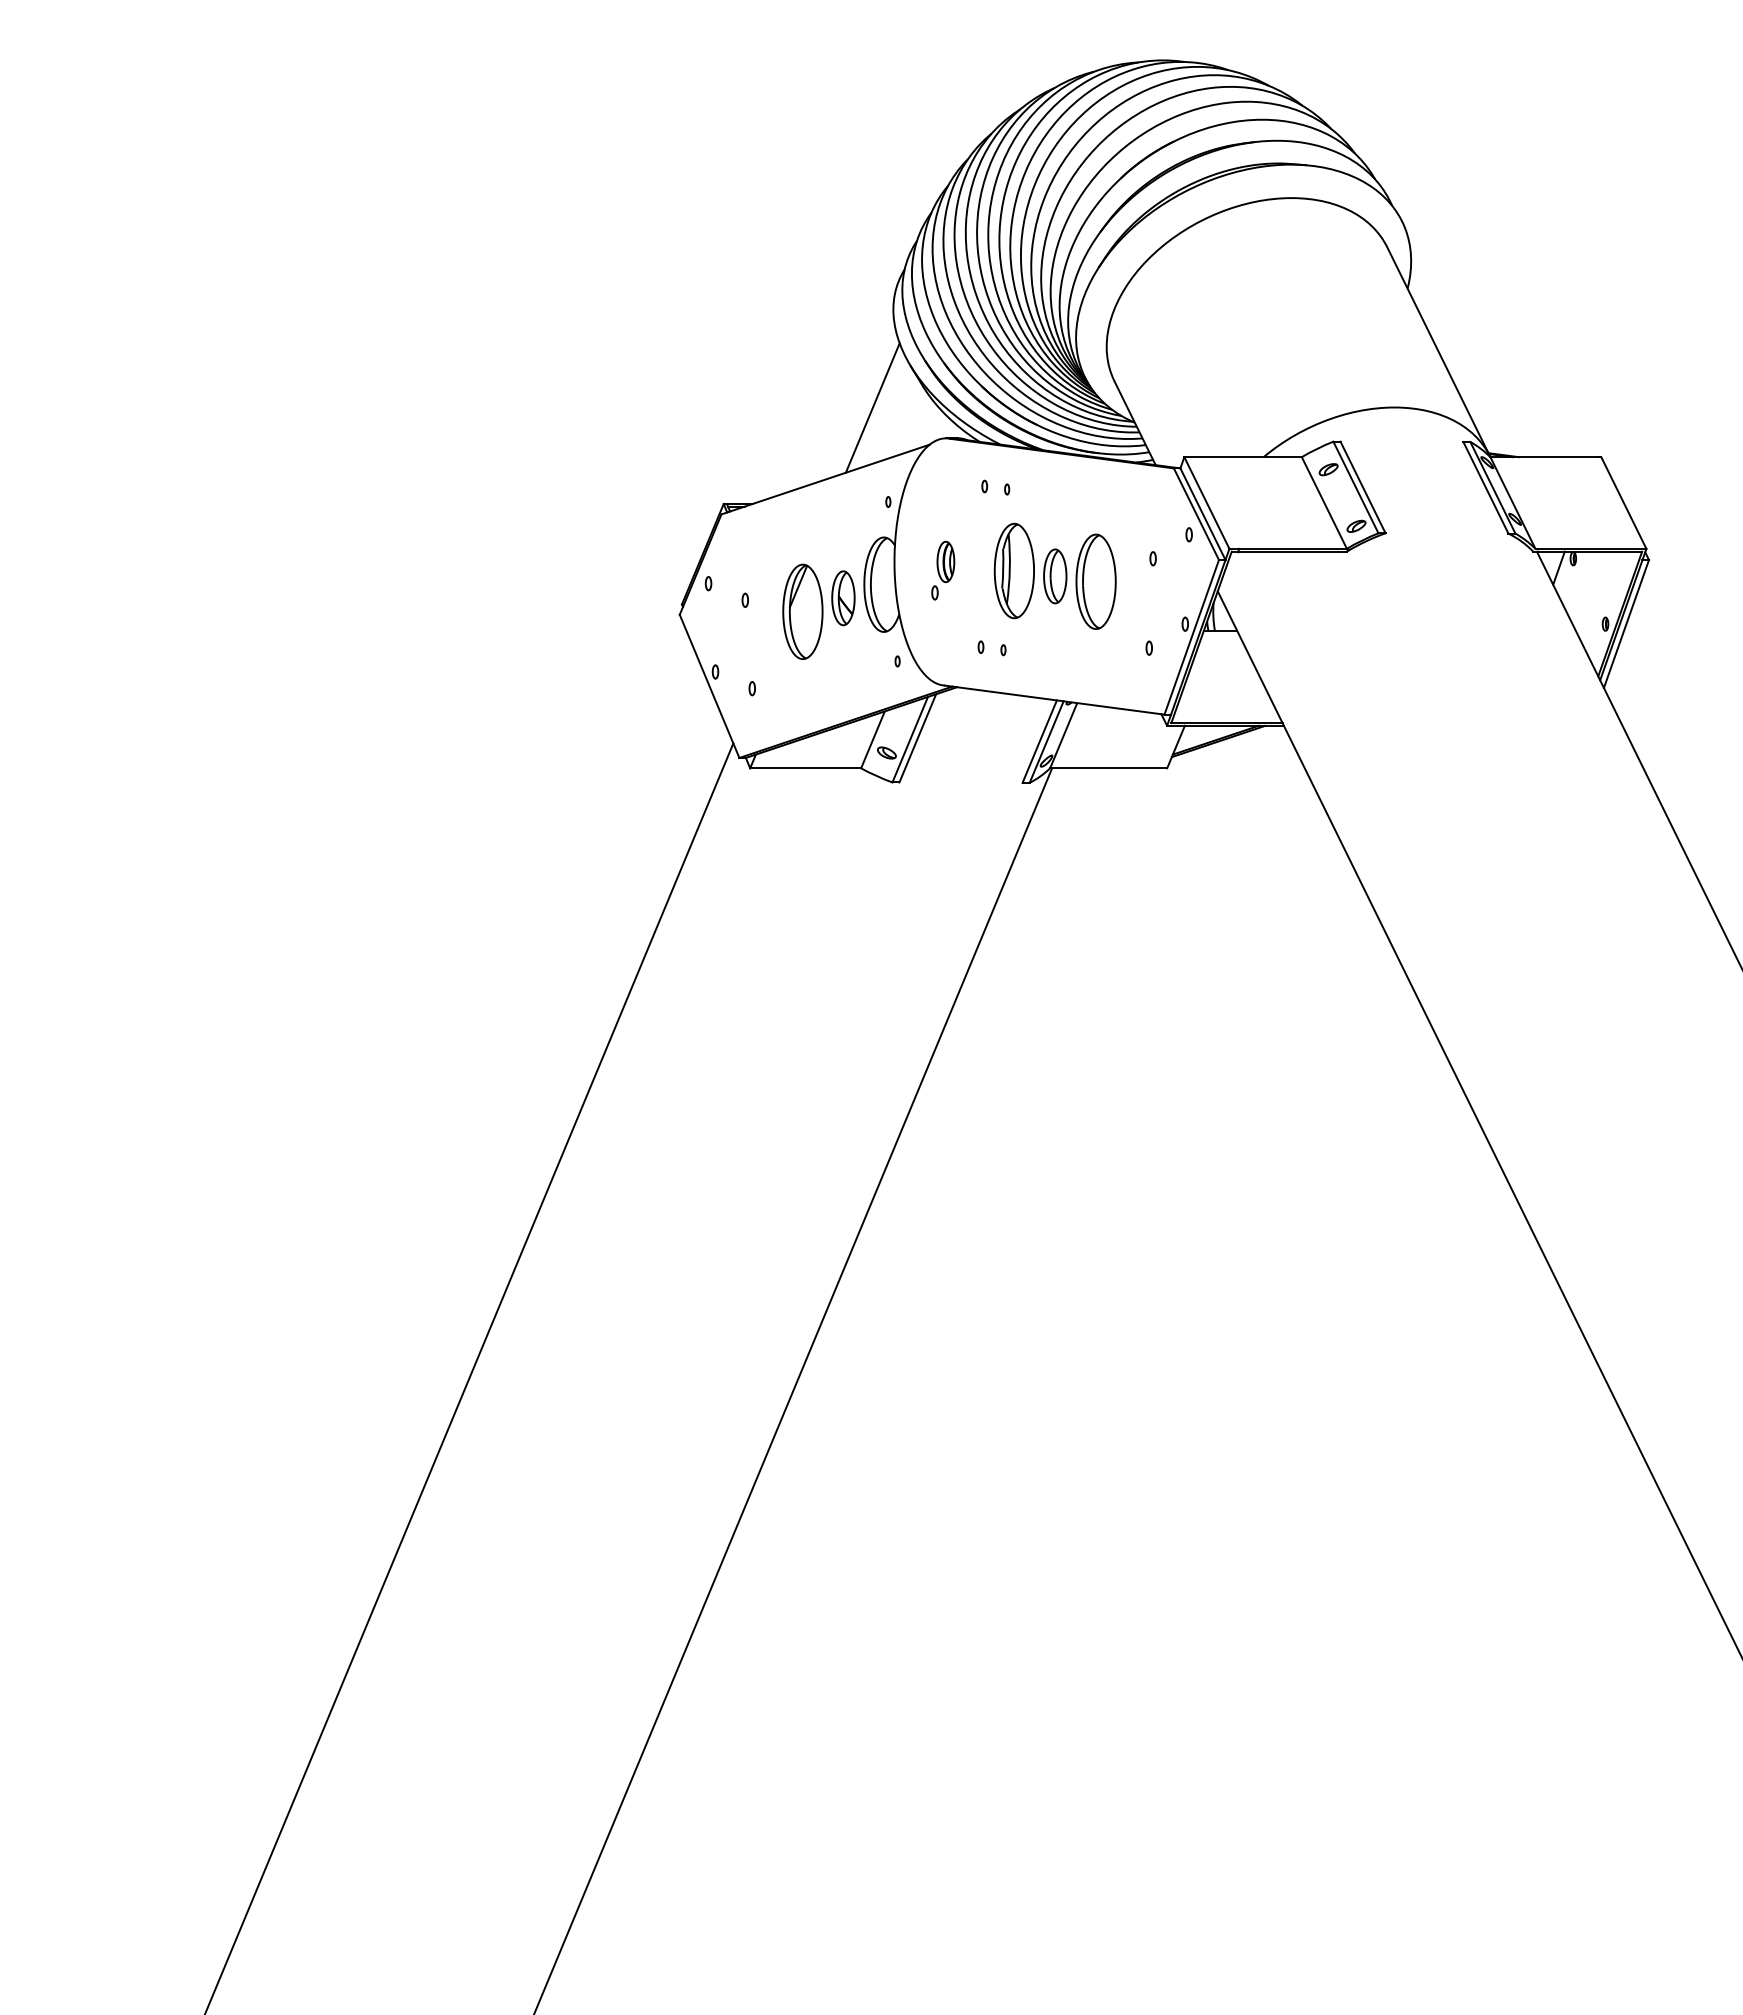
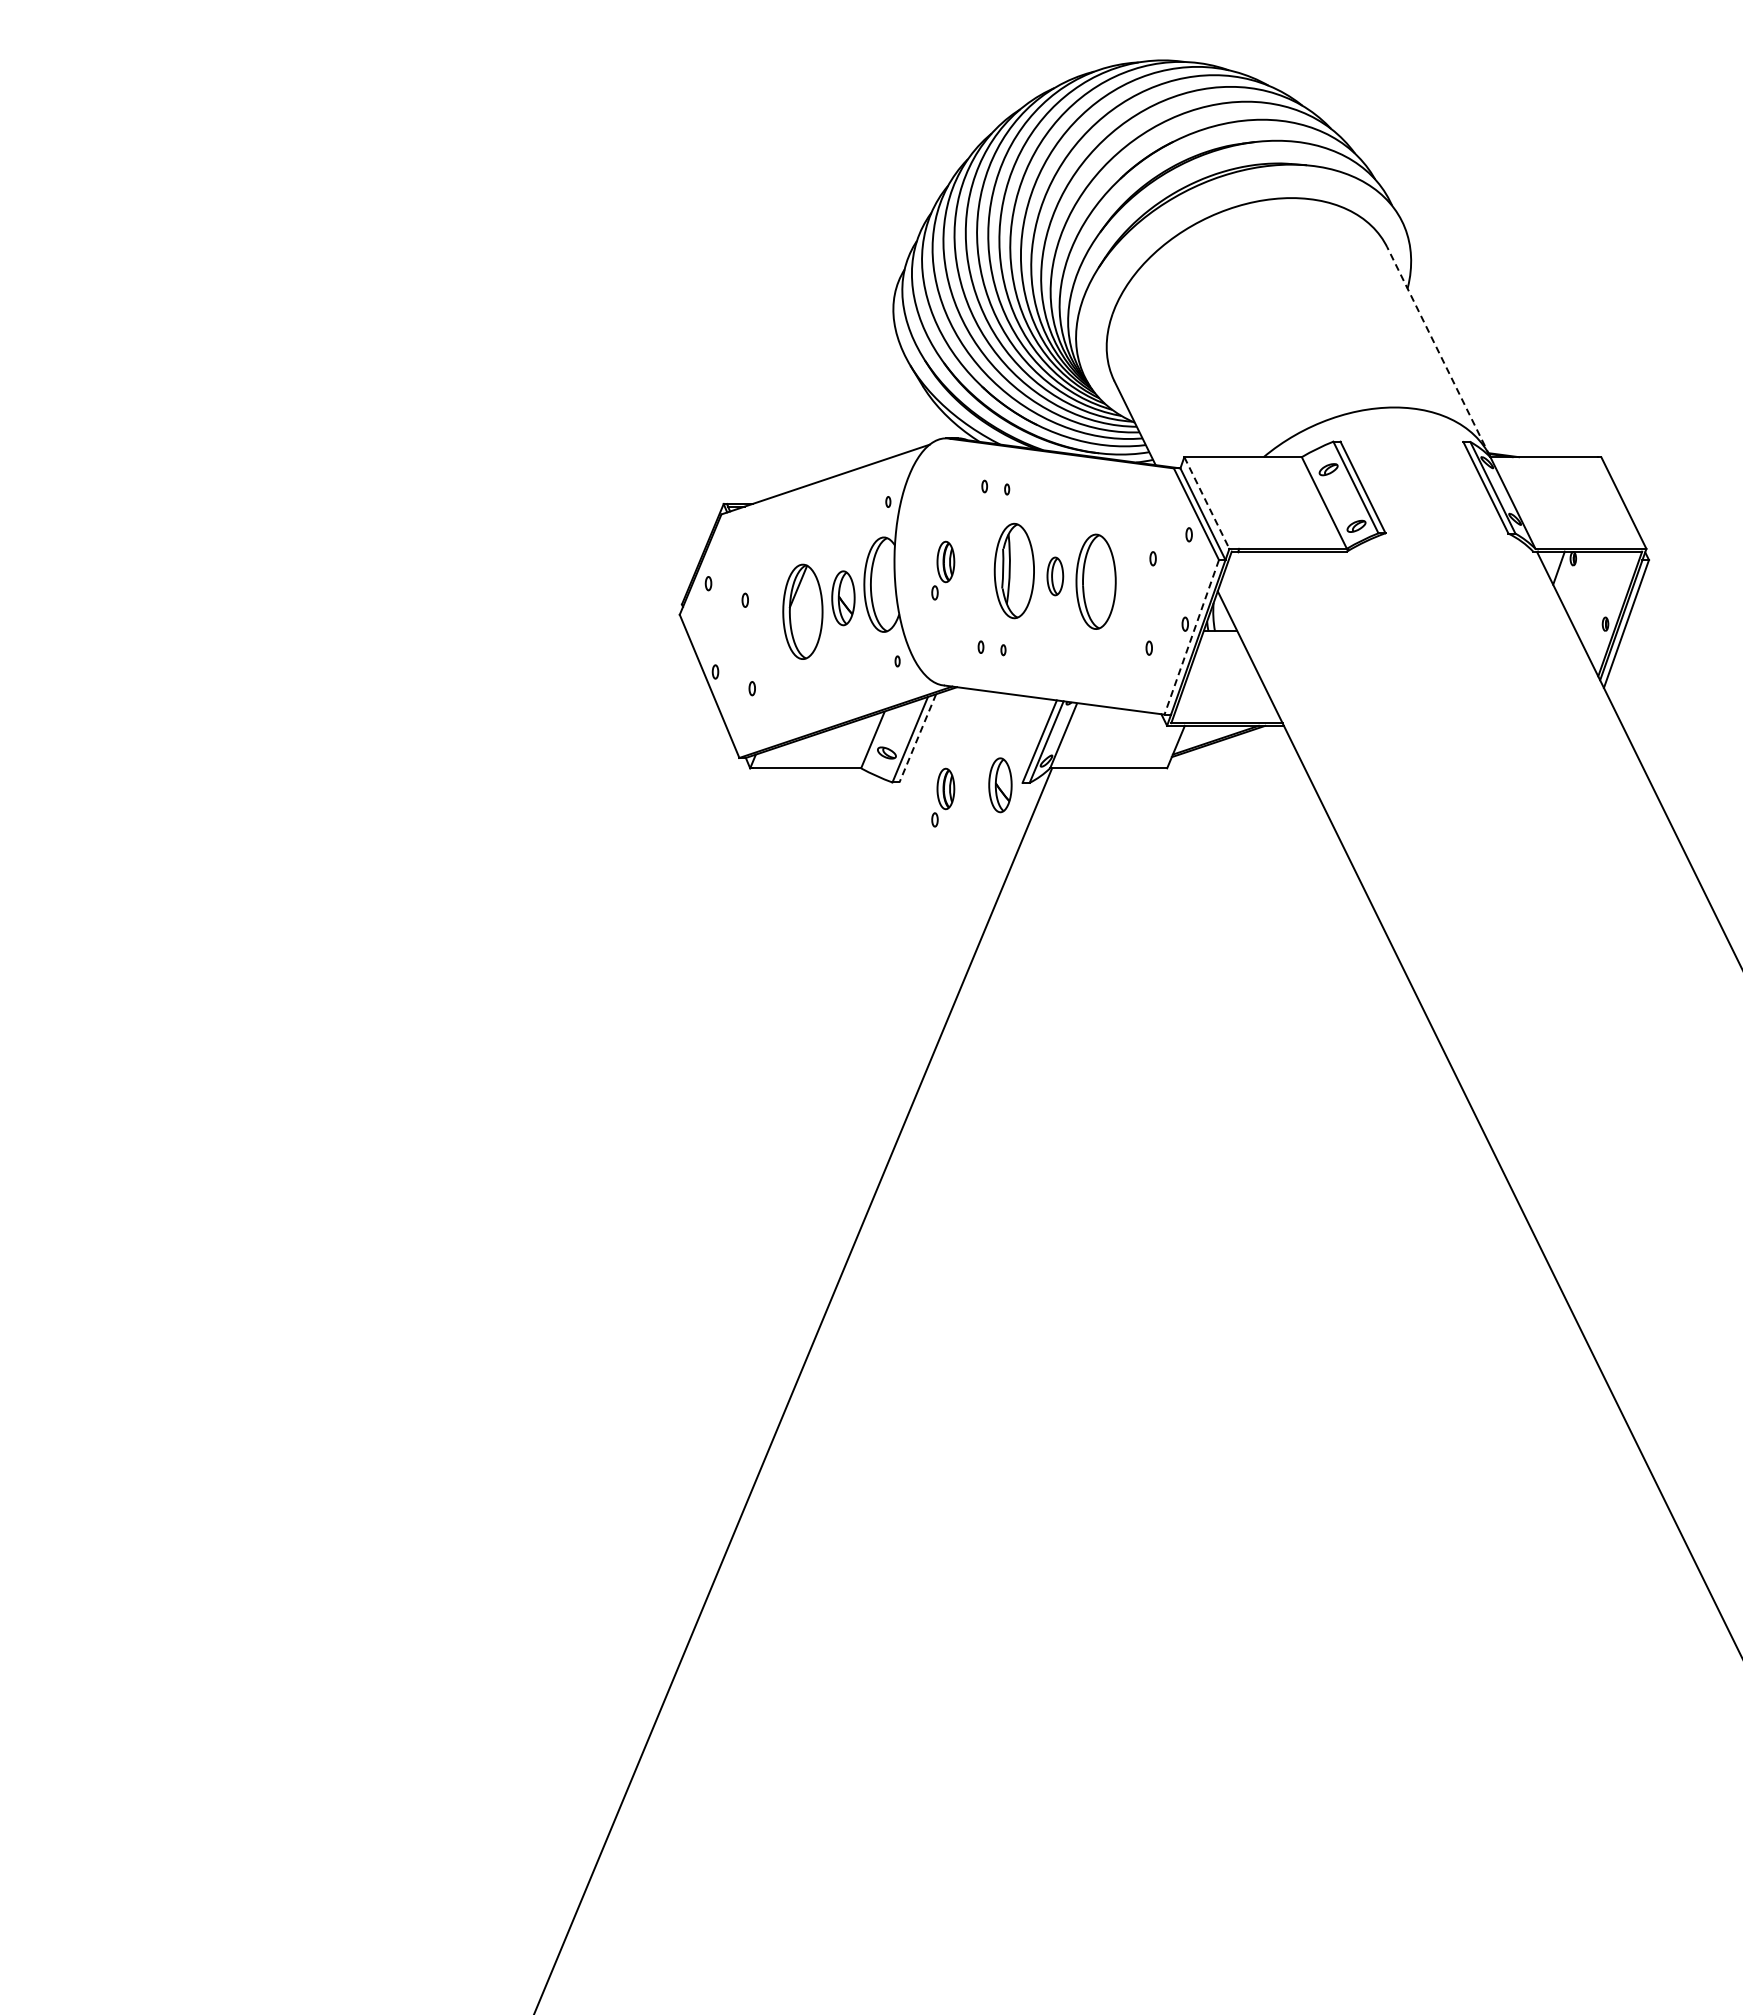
line at (1438, 351): solid -> dashed
line at (872, 407): present -> none
line at (1207, 503): solid -> dashed
part at (1055, 576) size: 25x57 px -> 19x41 px
line at (1191, 637): solid -> dashed
line at (917, 738): solid -> dashed
part at (1000, 785): none -> present
part at (943, 797): none -> present
line at (469, 1377): present -> none
